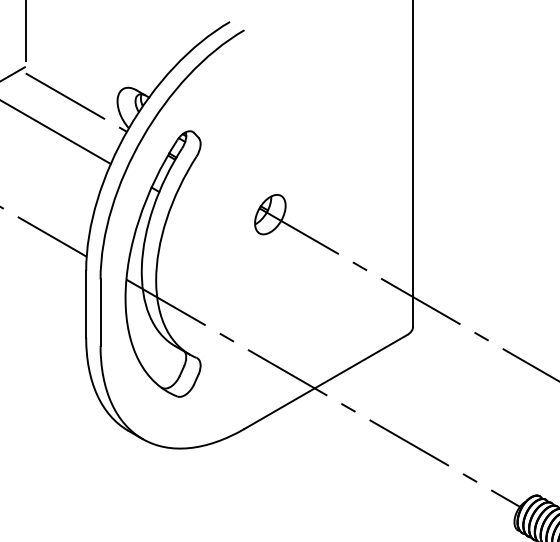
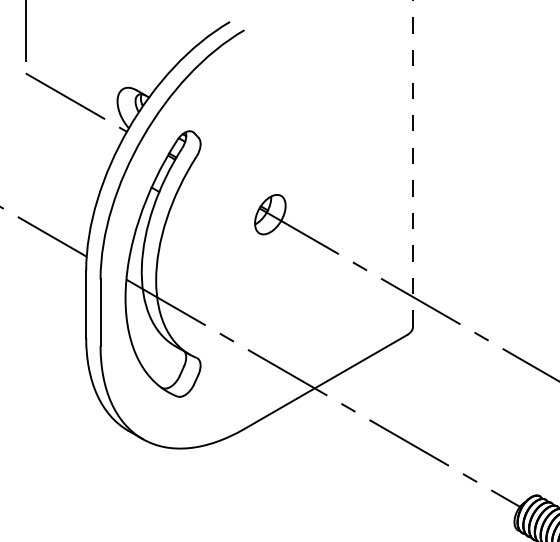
line at (13, 73): present -> none
line at (56, 132): present -> none
line at (413, 163): solid -> dashed
